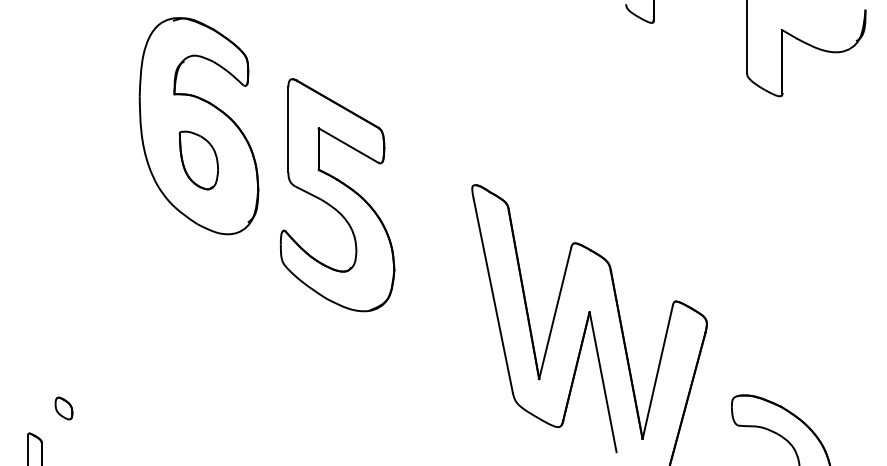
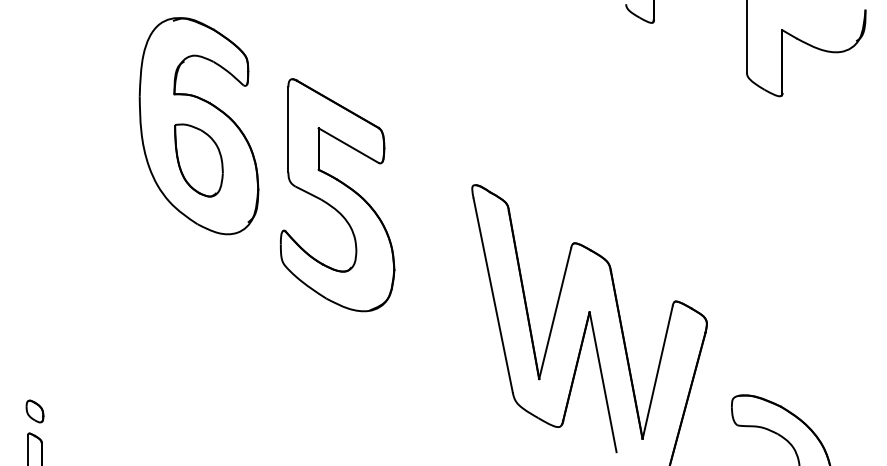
part at (198, 160) size: 41x61 px -> 50x75 px
part at (63, 408) position: (63, 408) -> (34, 411)
